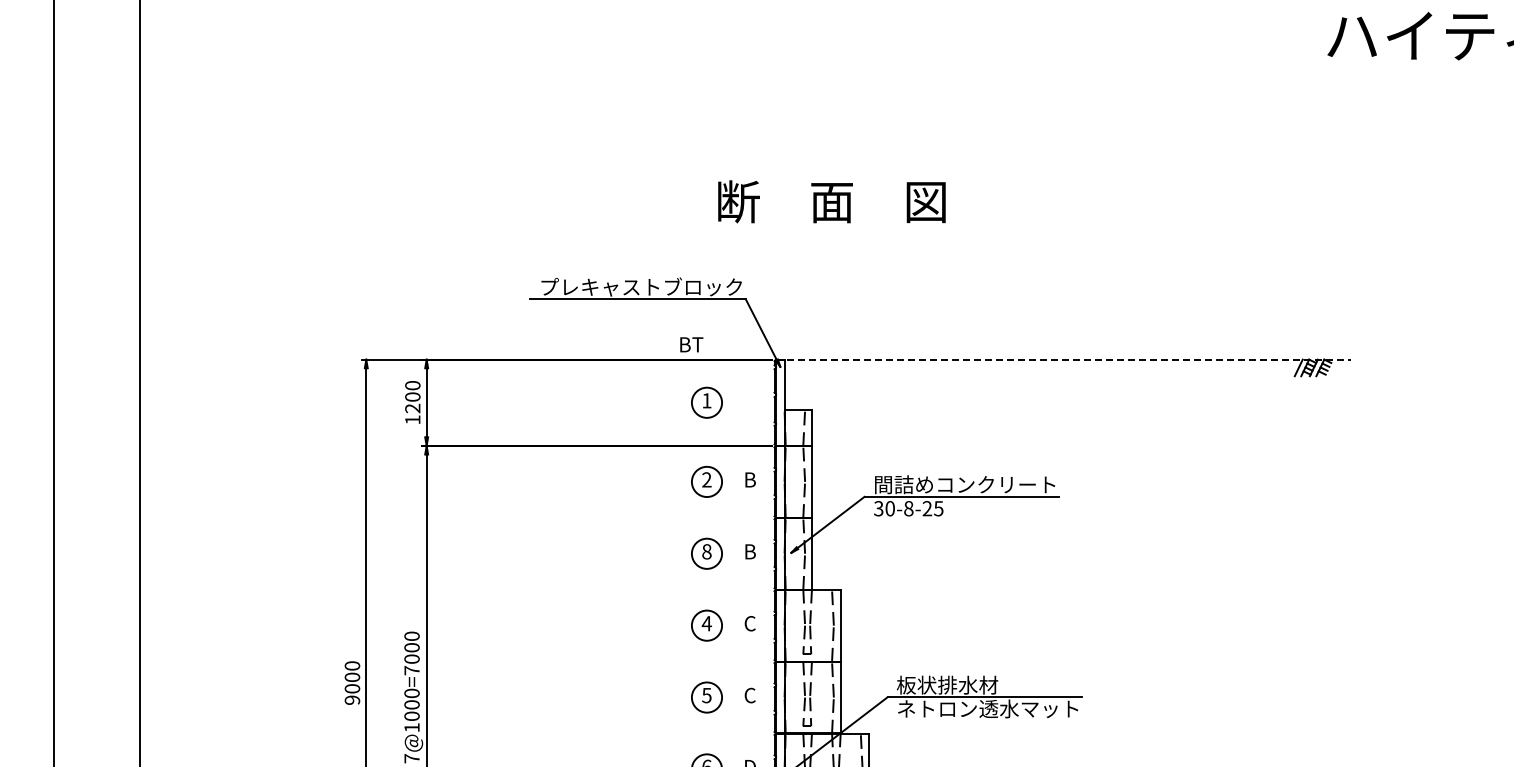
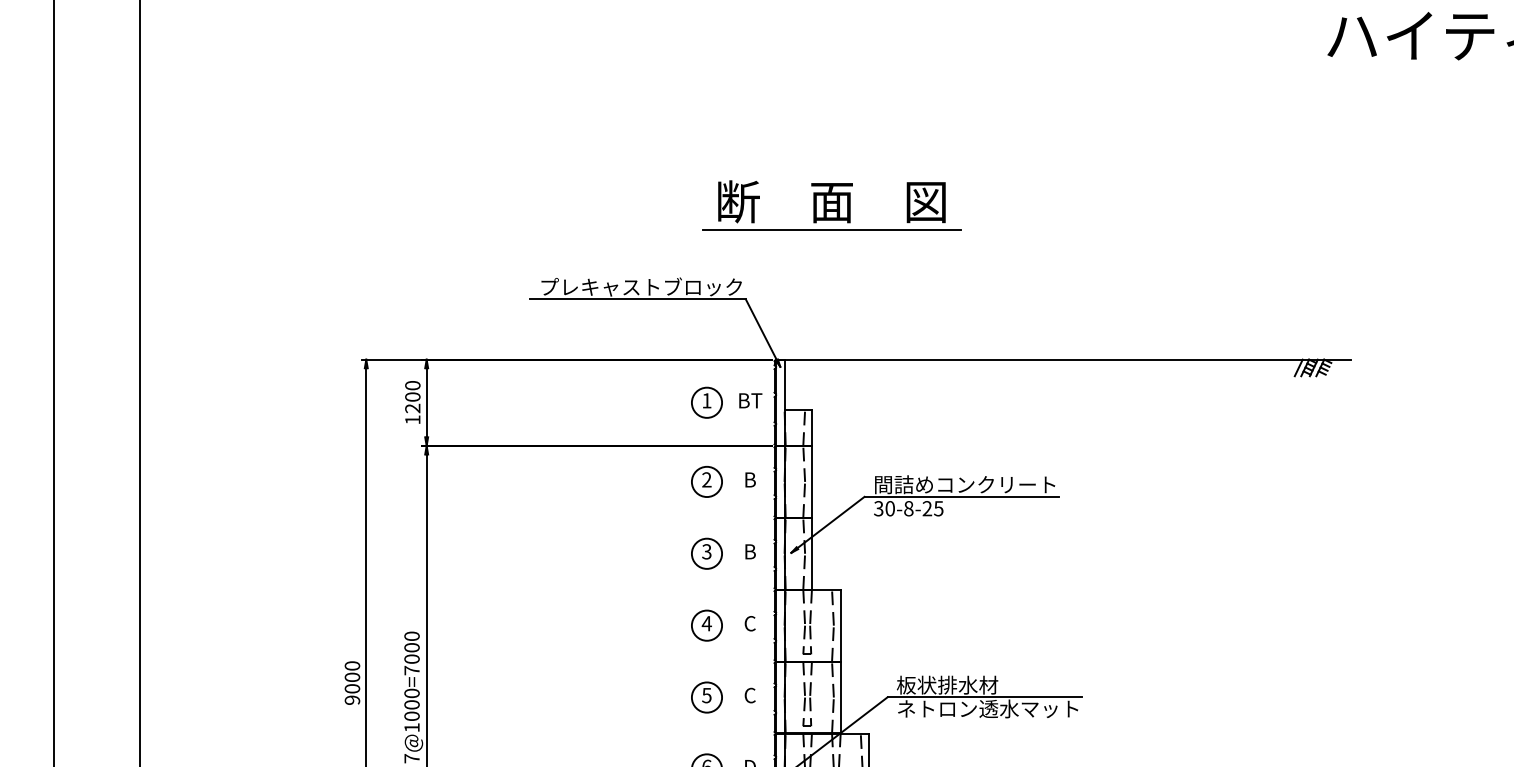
line at (831, 230): none -> present
text at (691, 344) position: (691, 344) -> (750, 400)
line at (1063, 359): dashed -> solid
text at (706, 551): 8 -> 3
